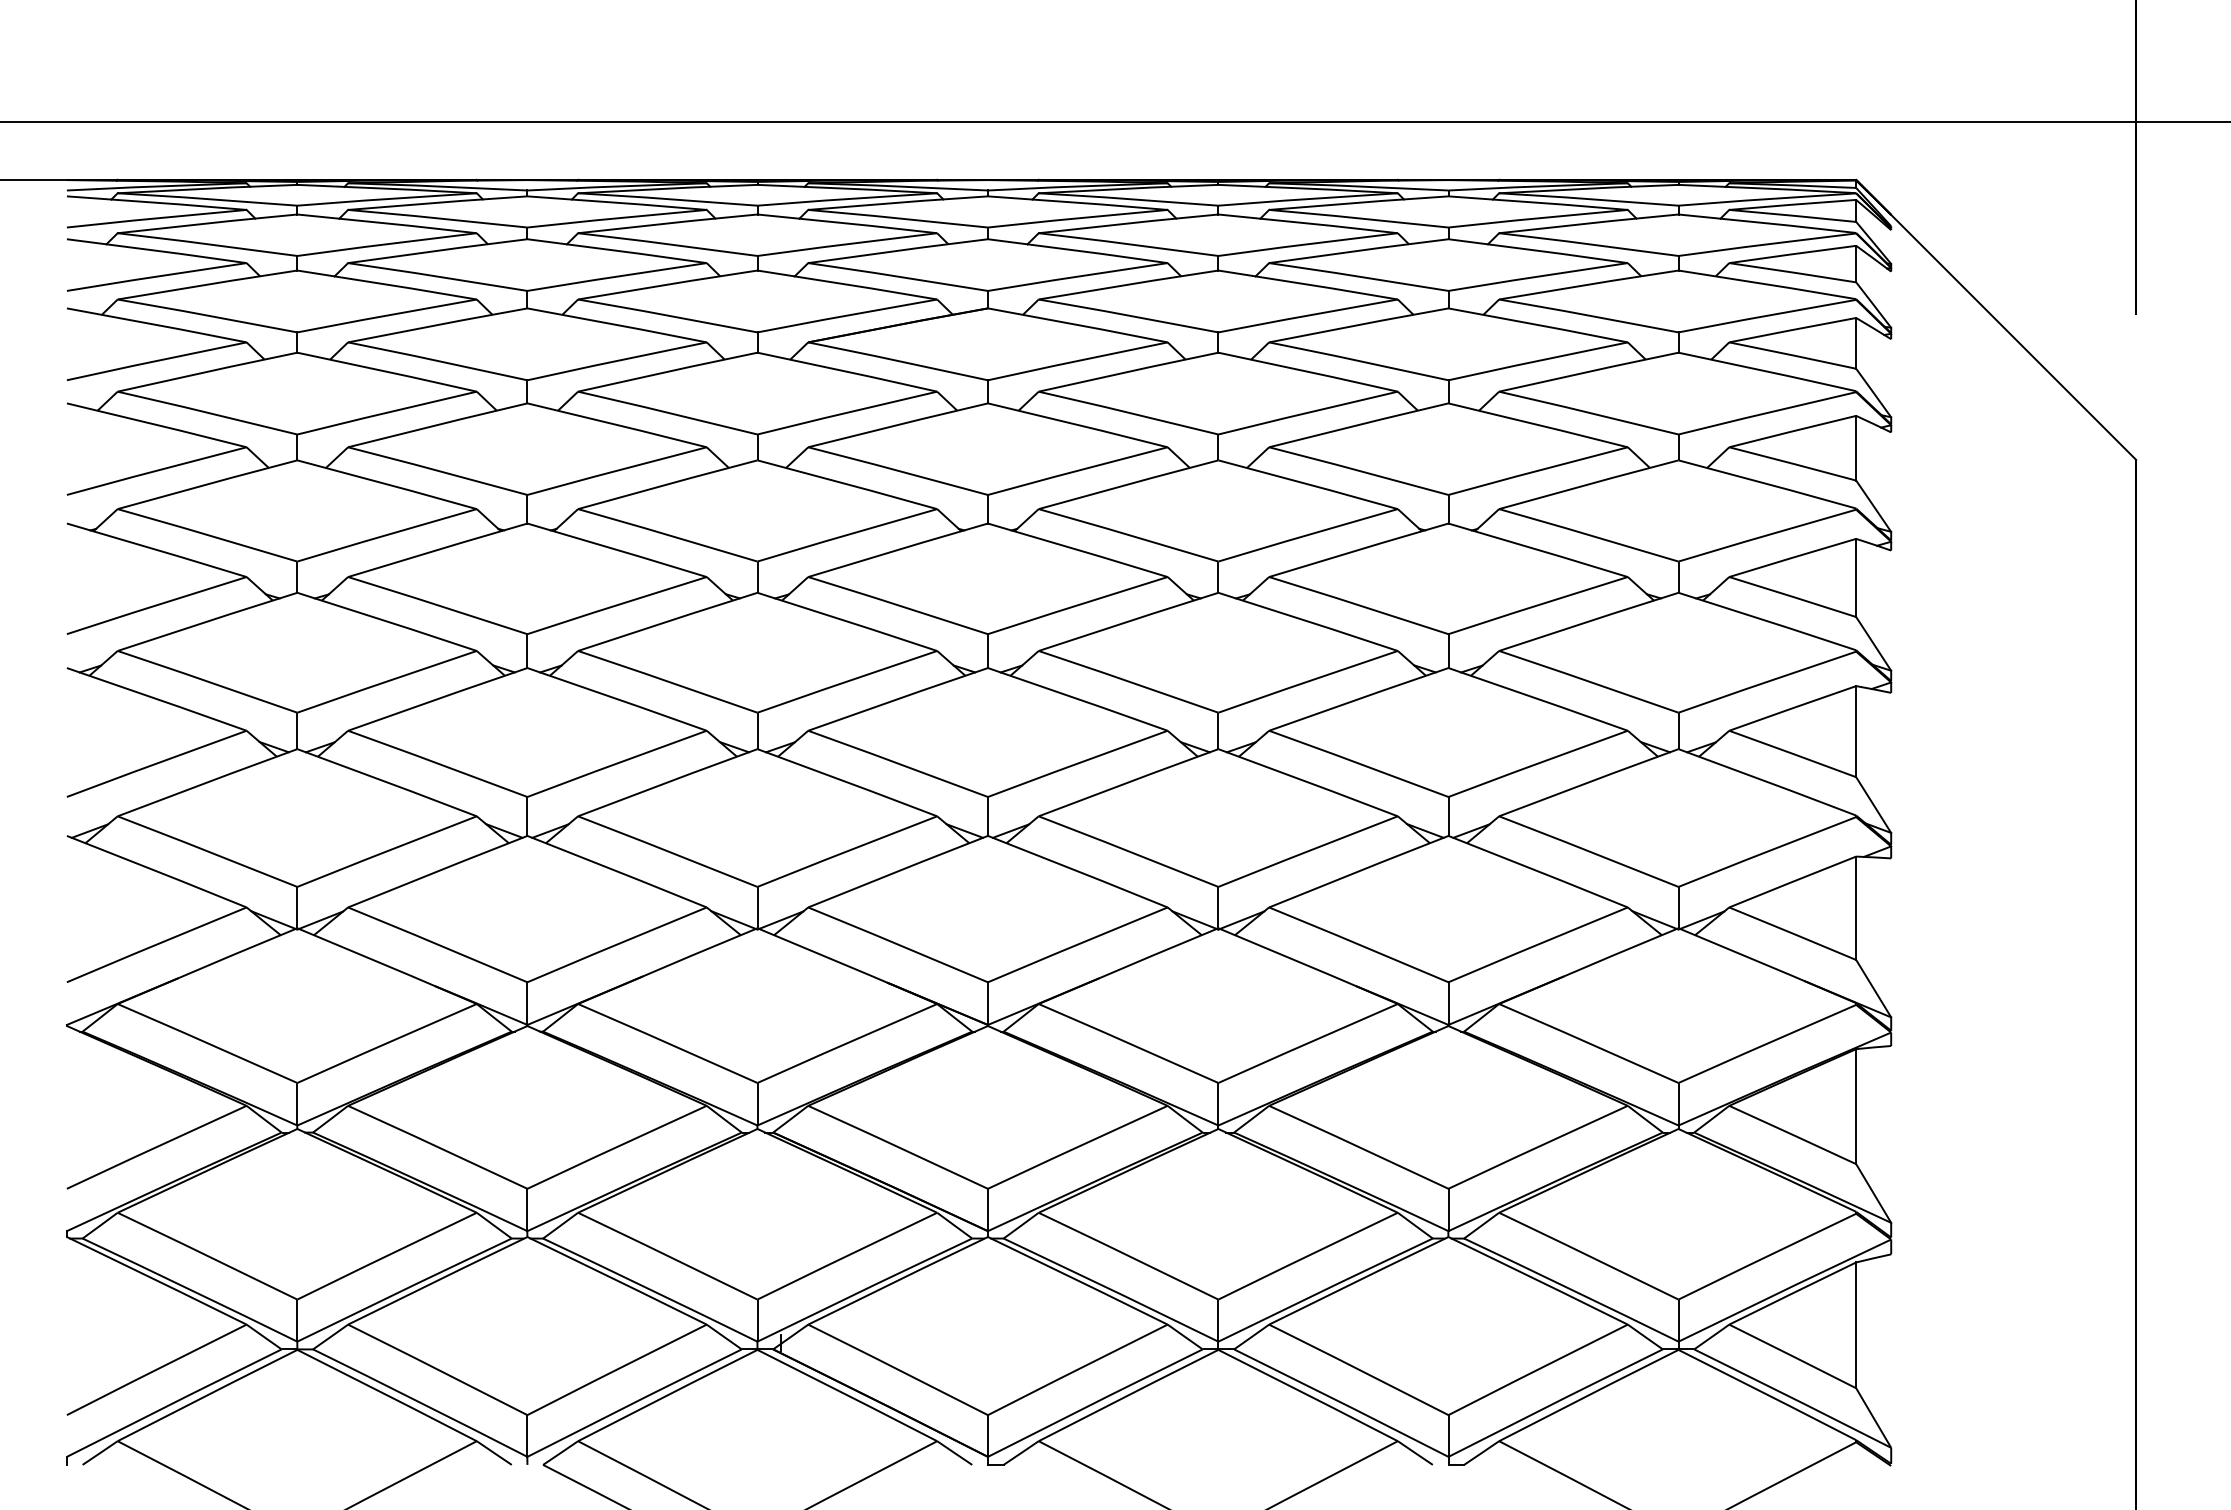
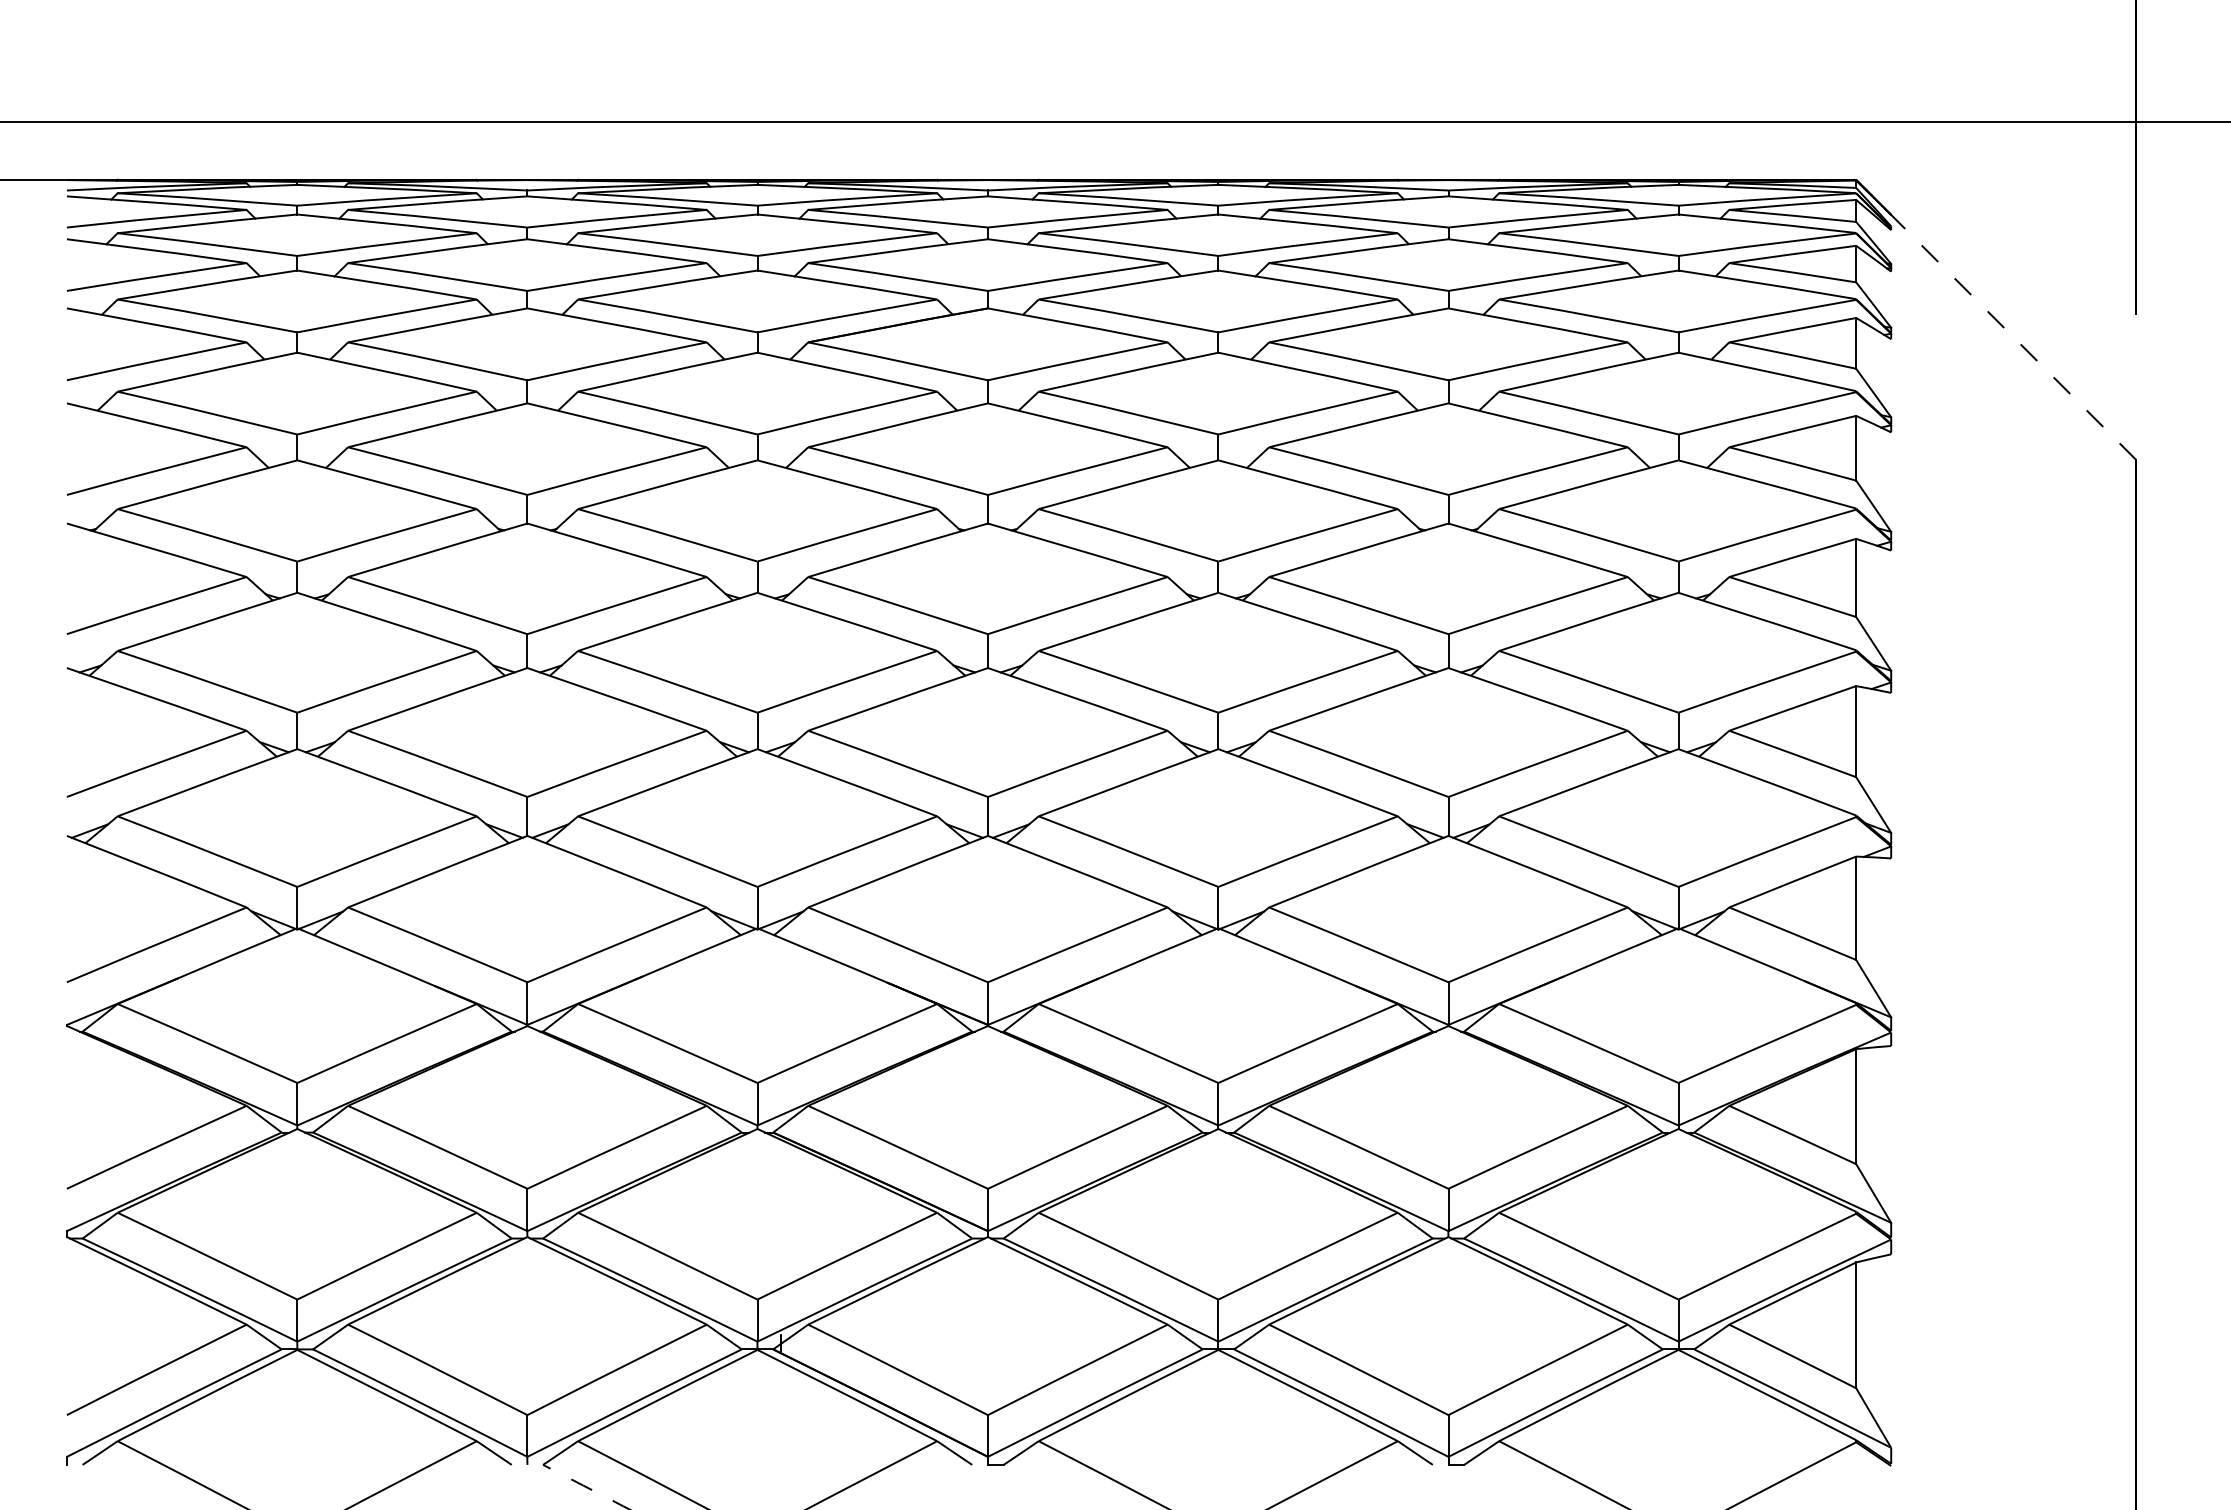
line at (1996, 319): solid -> dashed
arc at (587, 1487): solid -> dashed
